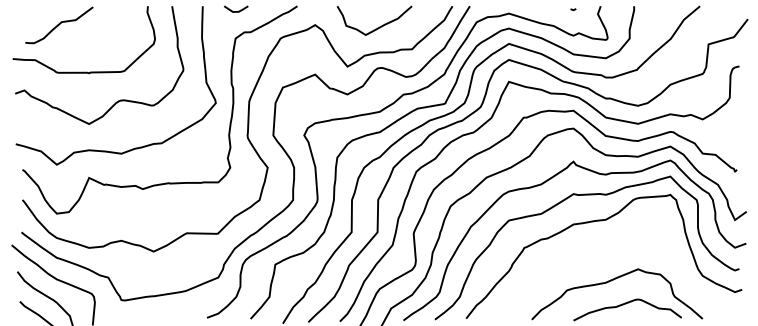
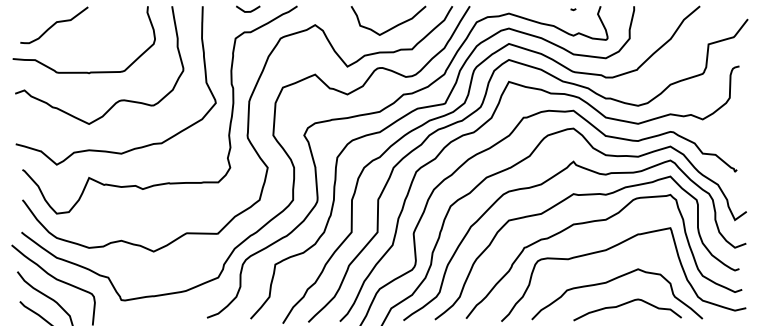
line at (238, 10) position: (238, 10) -> (250, 10)
curve at (59, 25) position: (59, 25) -> (54, 25)
curve at (377, 27) position: (377, 27) -> (391, 27)
curve at (610, 249): none -> present
